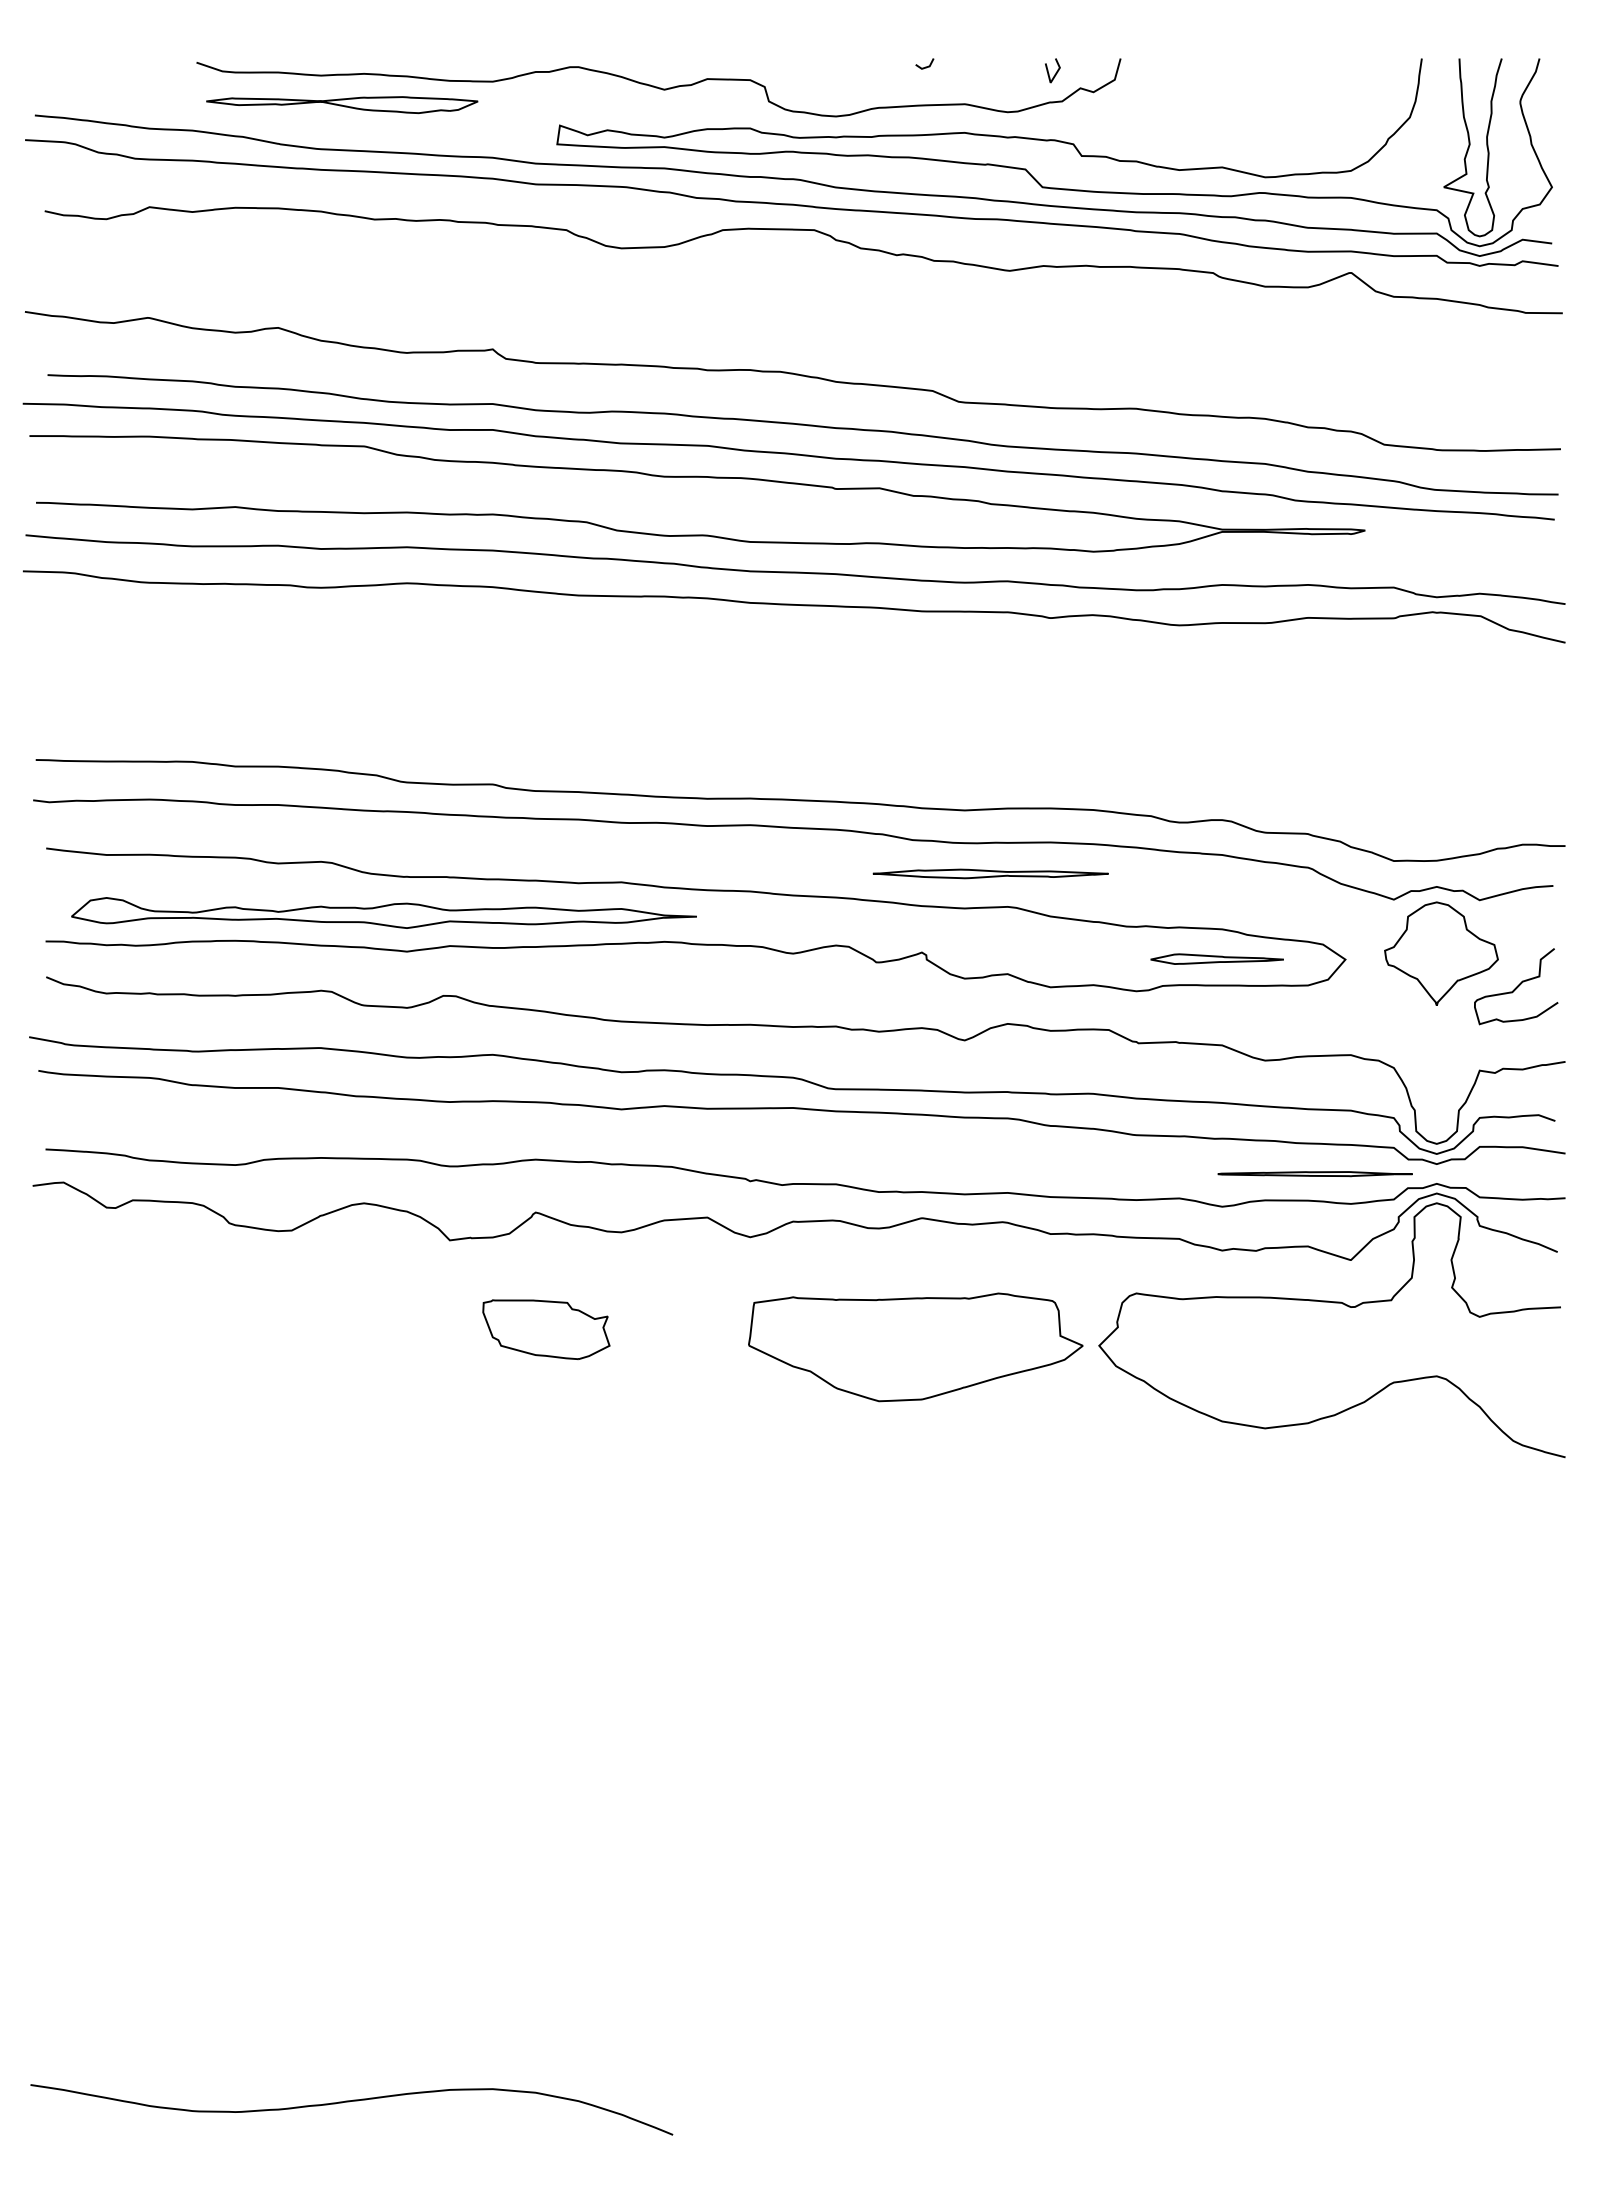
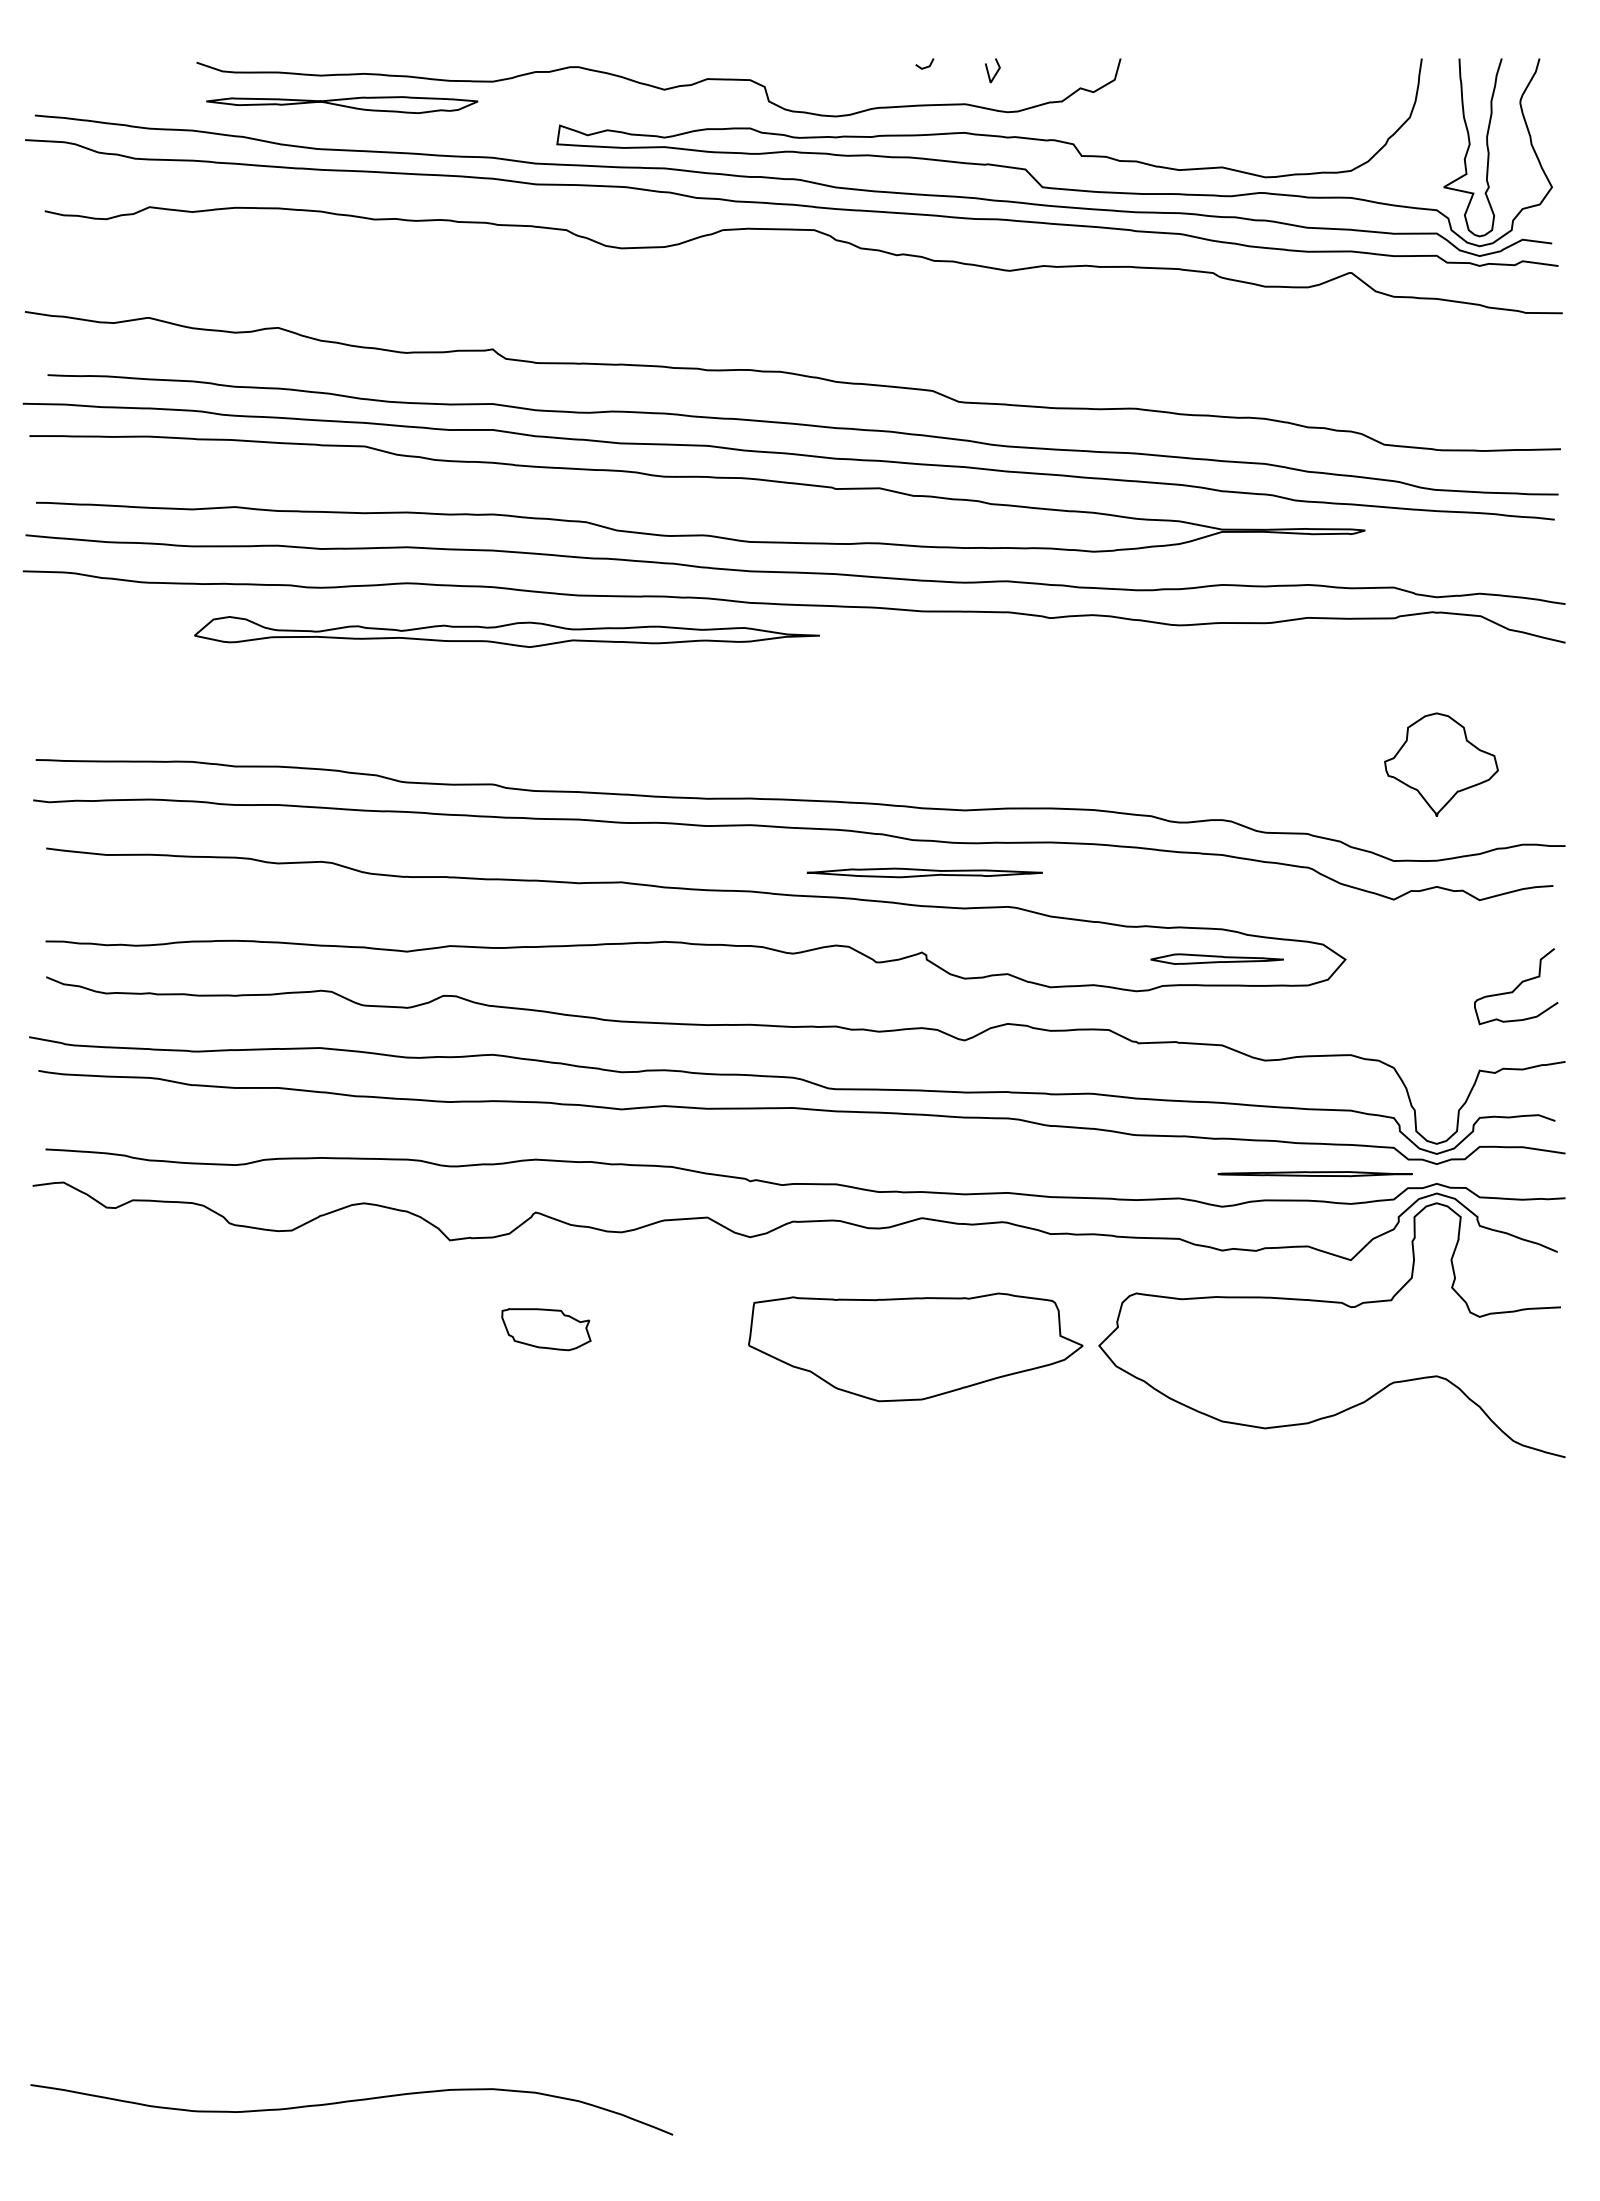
line at (1055, 72) position: (1055, 72) -> (995, 72)
part at (990, 873) position: (990, 873) -> (924, 872)
part at (383, 912) position: (383, 912) -> (506, 631)
part at (1441, 953) position: (1441, 953) -> (1441, 764)
part at (546, 1329) size: 129x61 px -> 91x44 px
